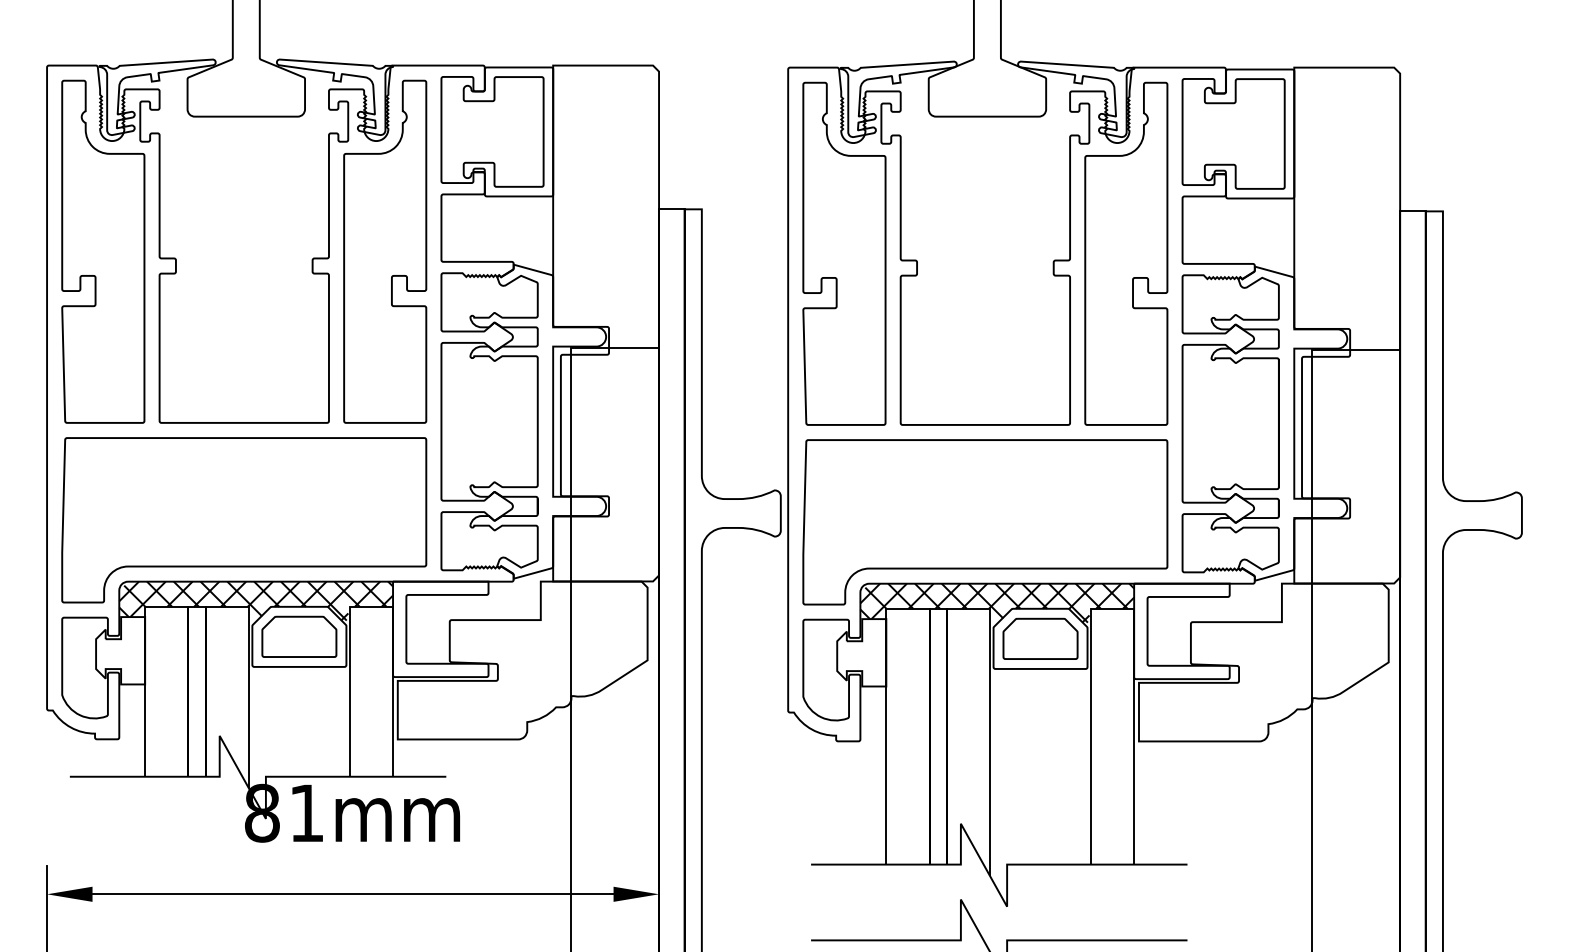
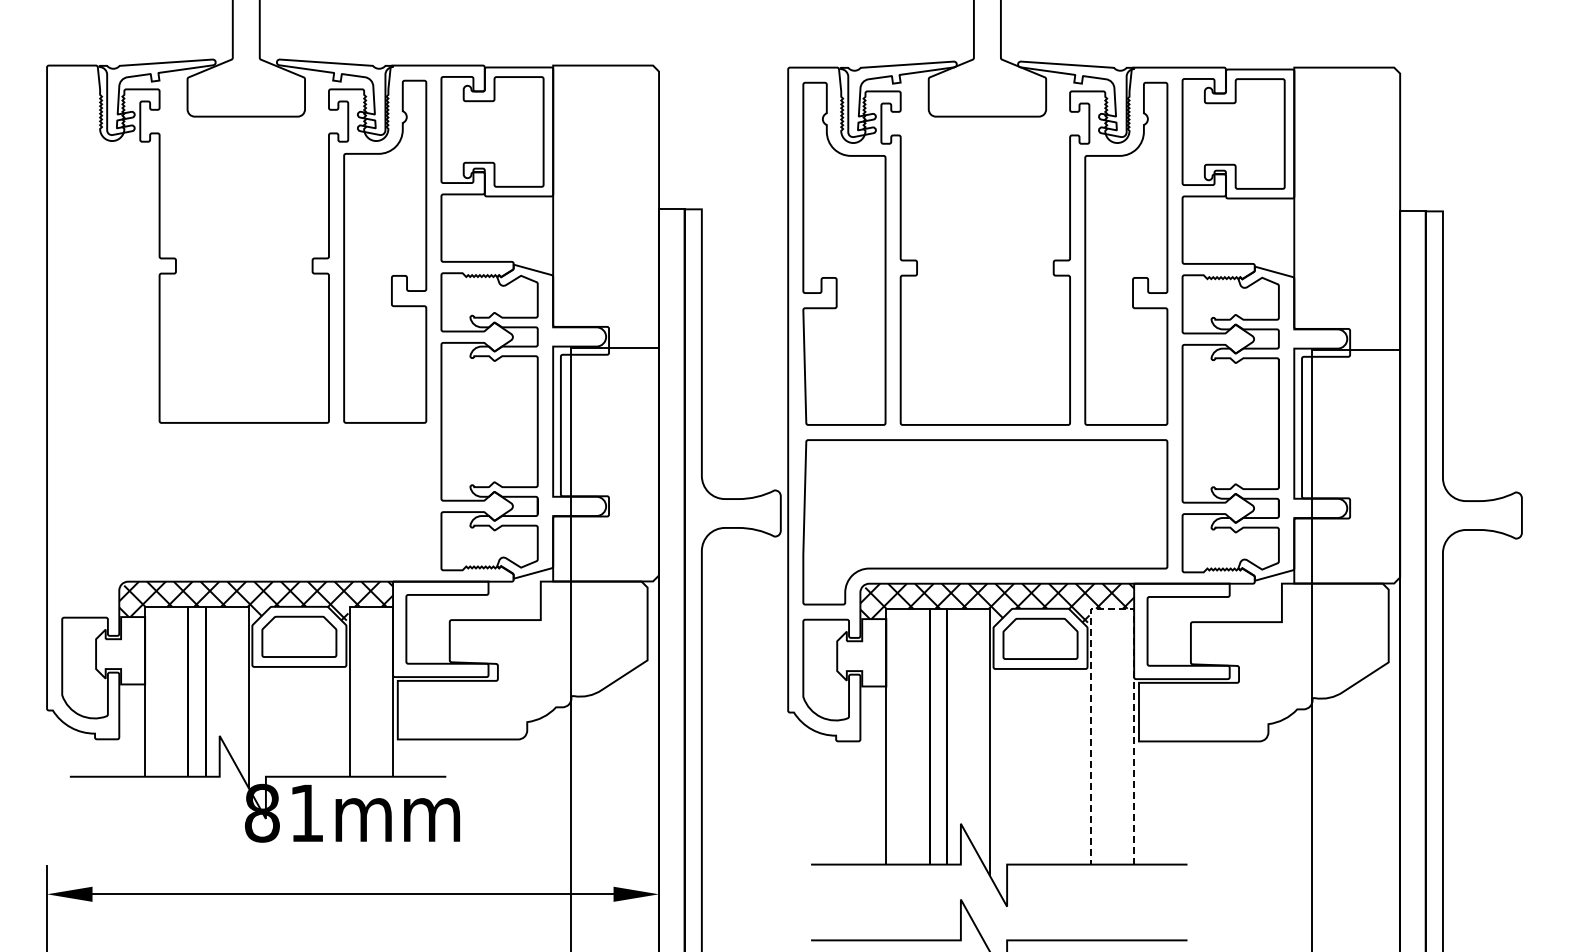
part at (103, 251): present -> none
part at (244, 520): present -> none
line at (1112, 608): solid -> dashed
